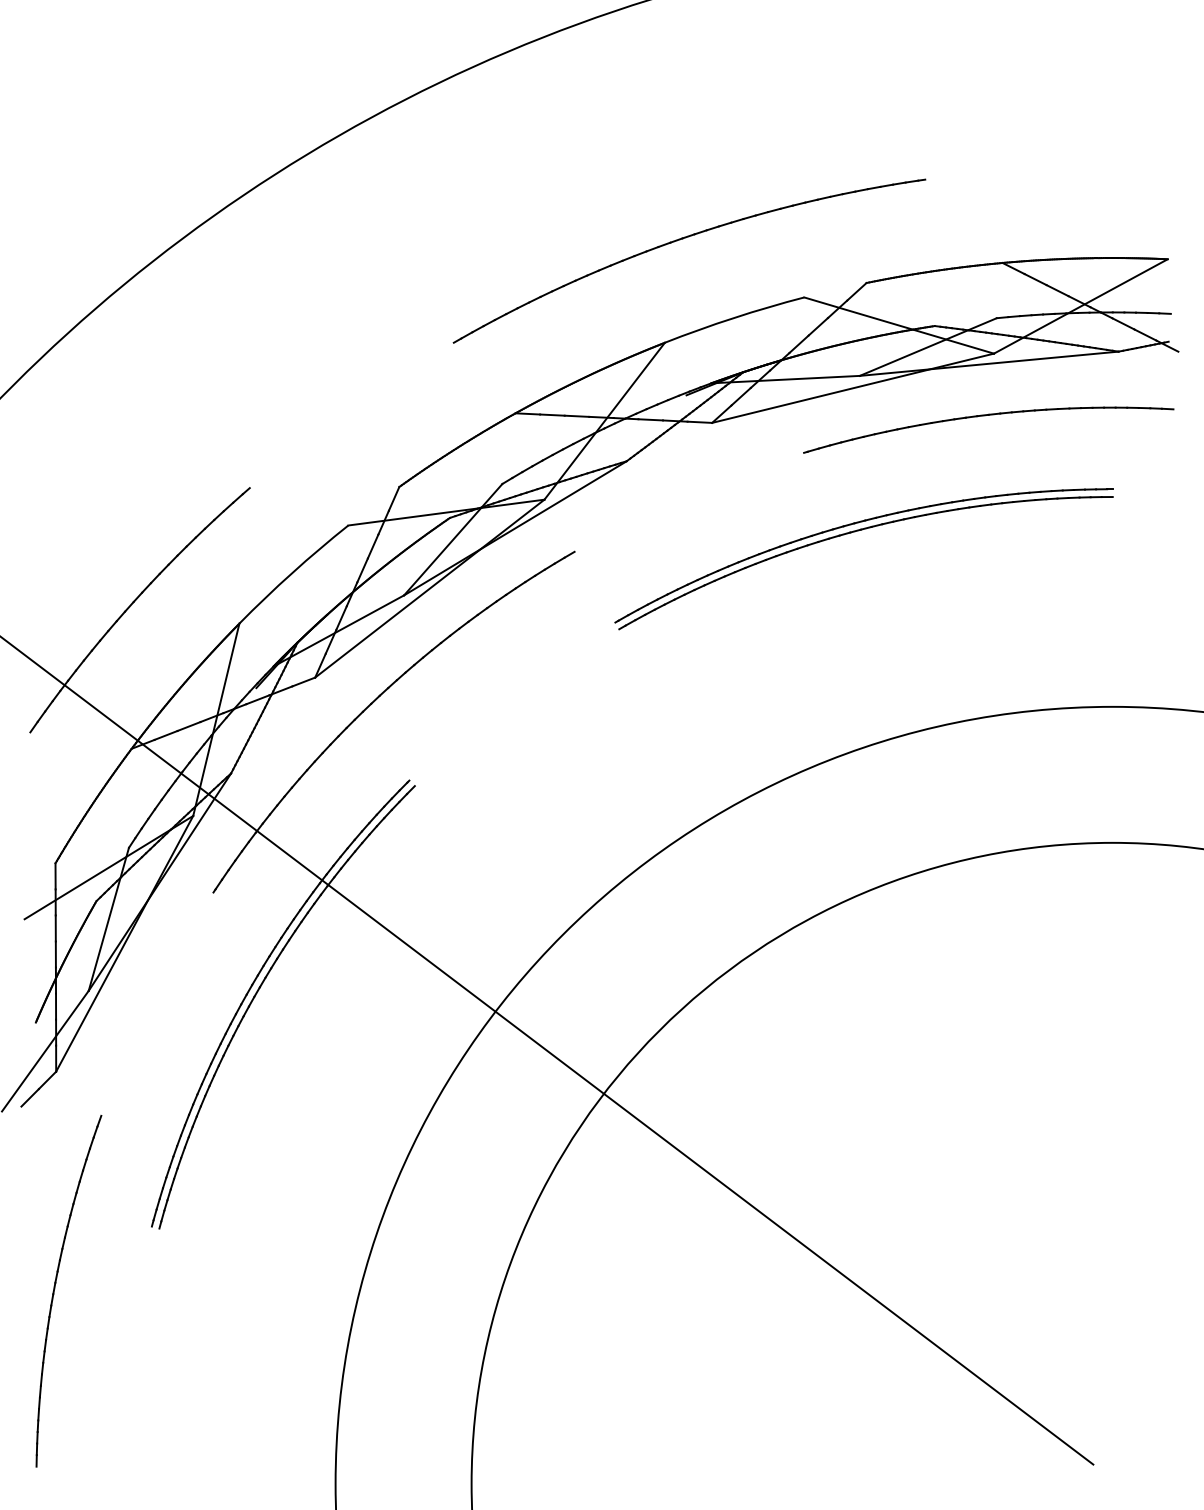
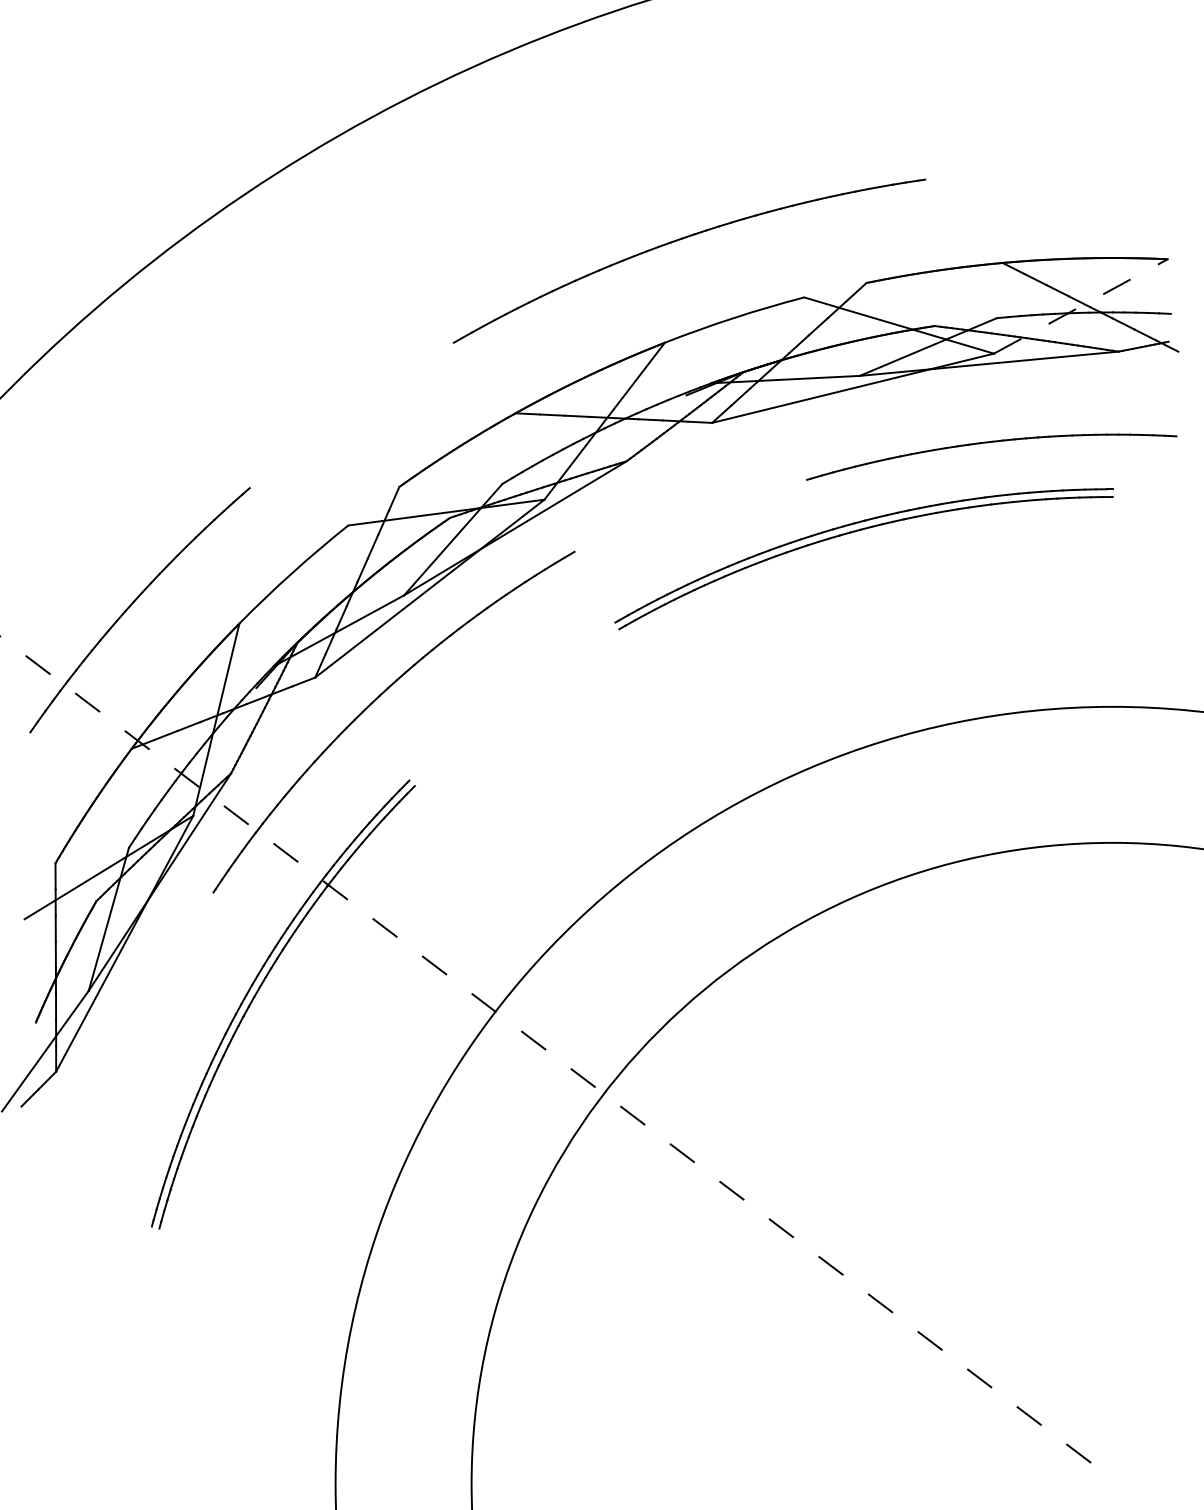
line at (1080, 306): solid -> dashed
part at (985, 416) position: (985, 416) -> (988, 443)
line at (546, 1050): solid -> dashed
part at (55, 1289): present -> none
